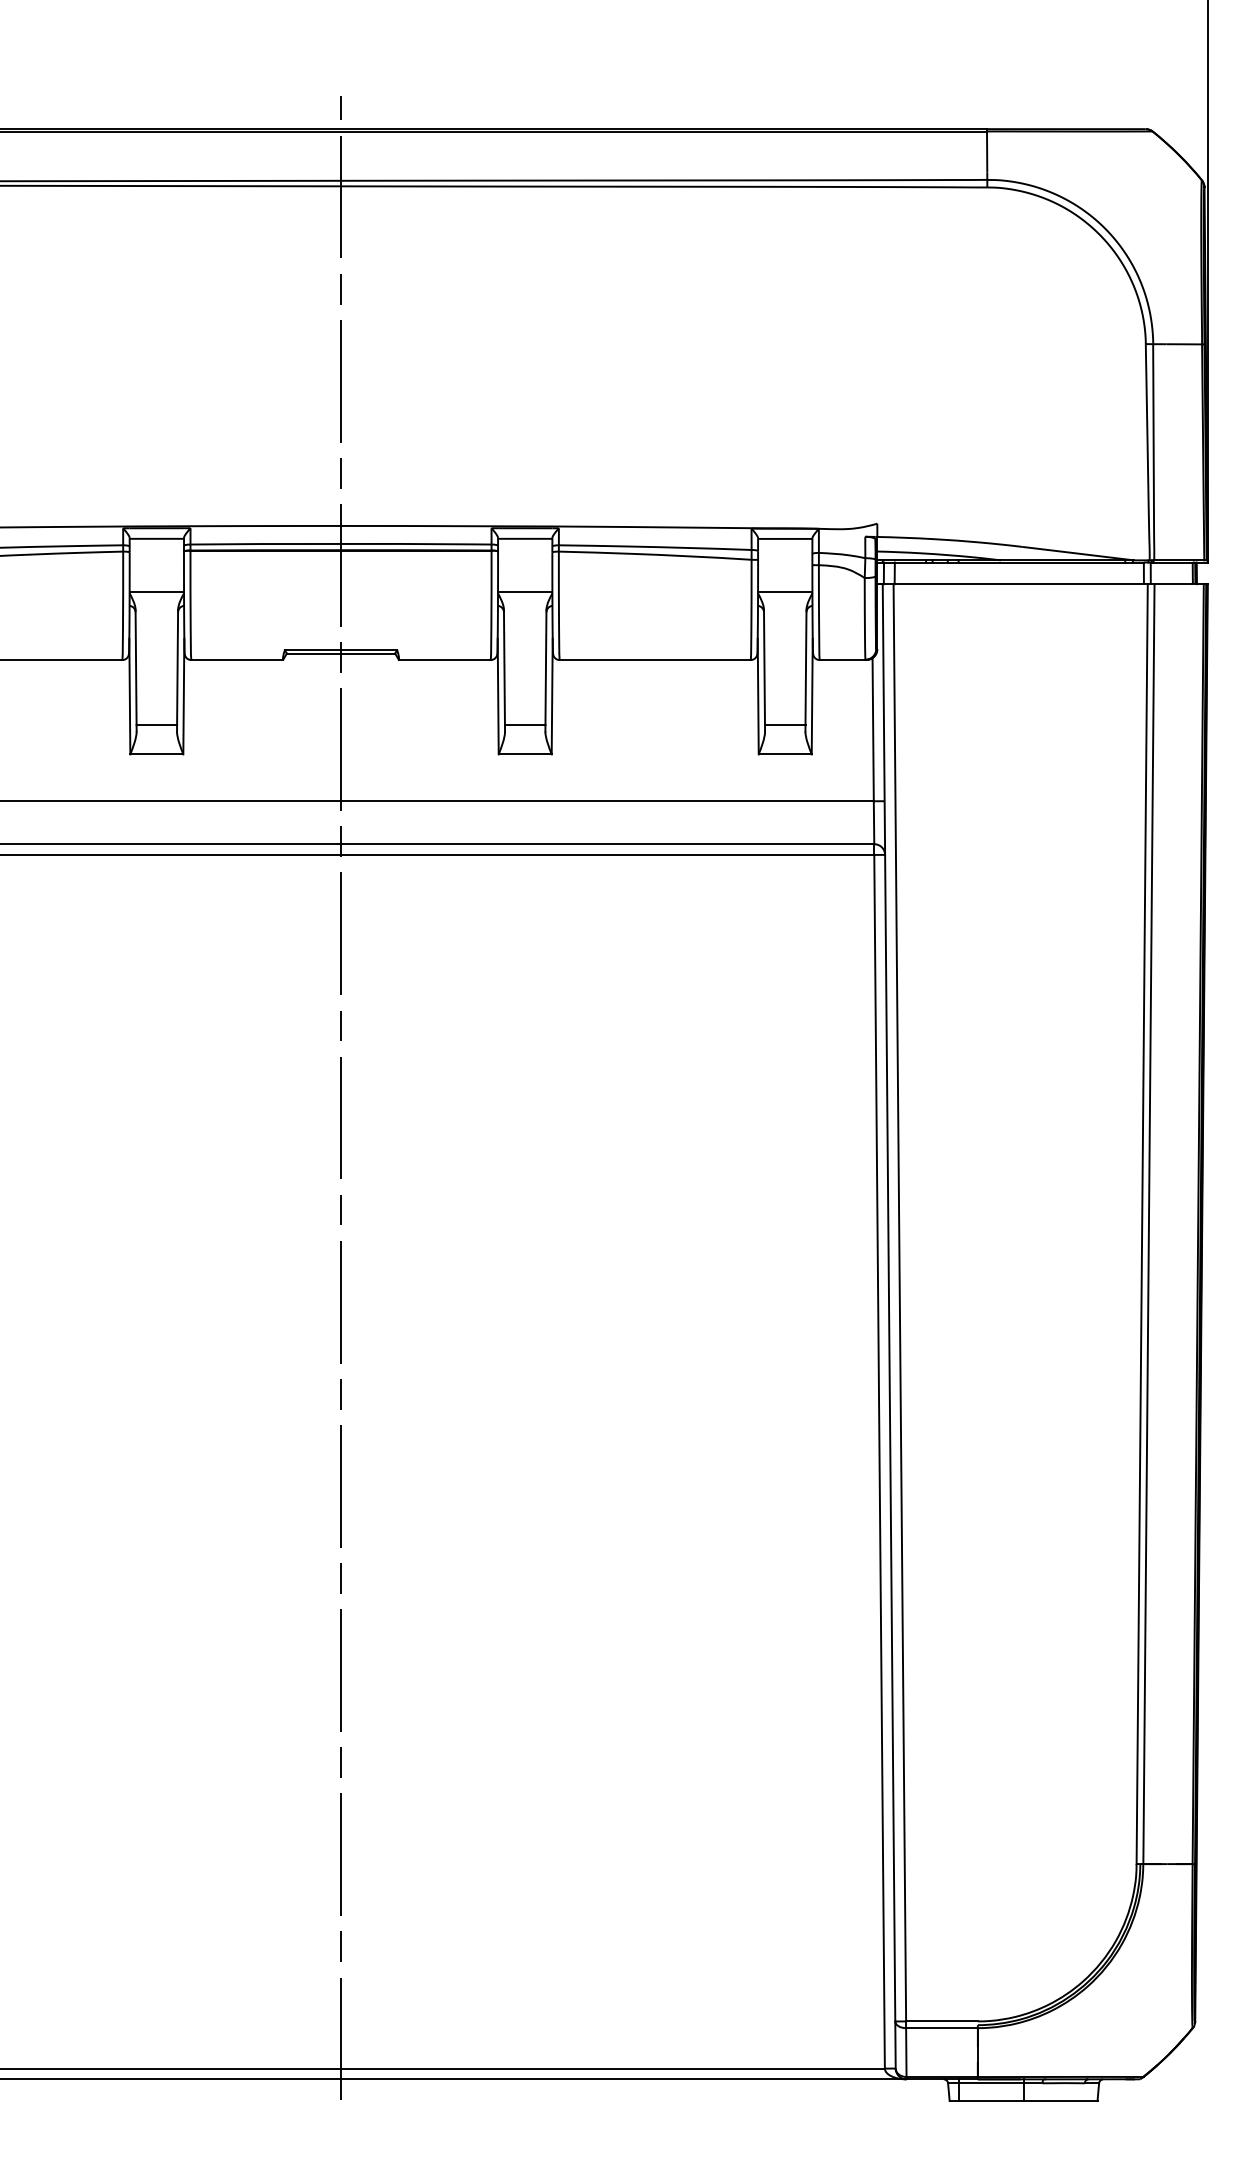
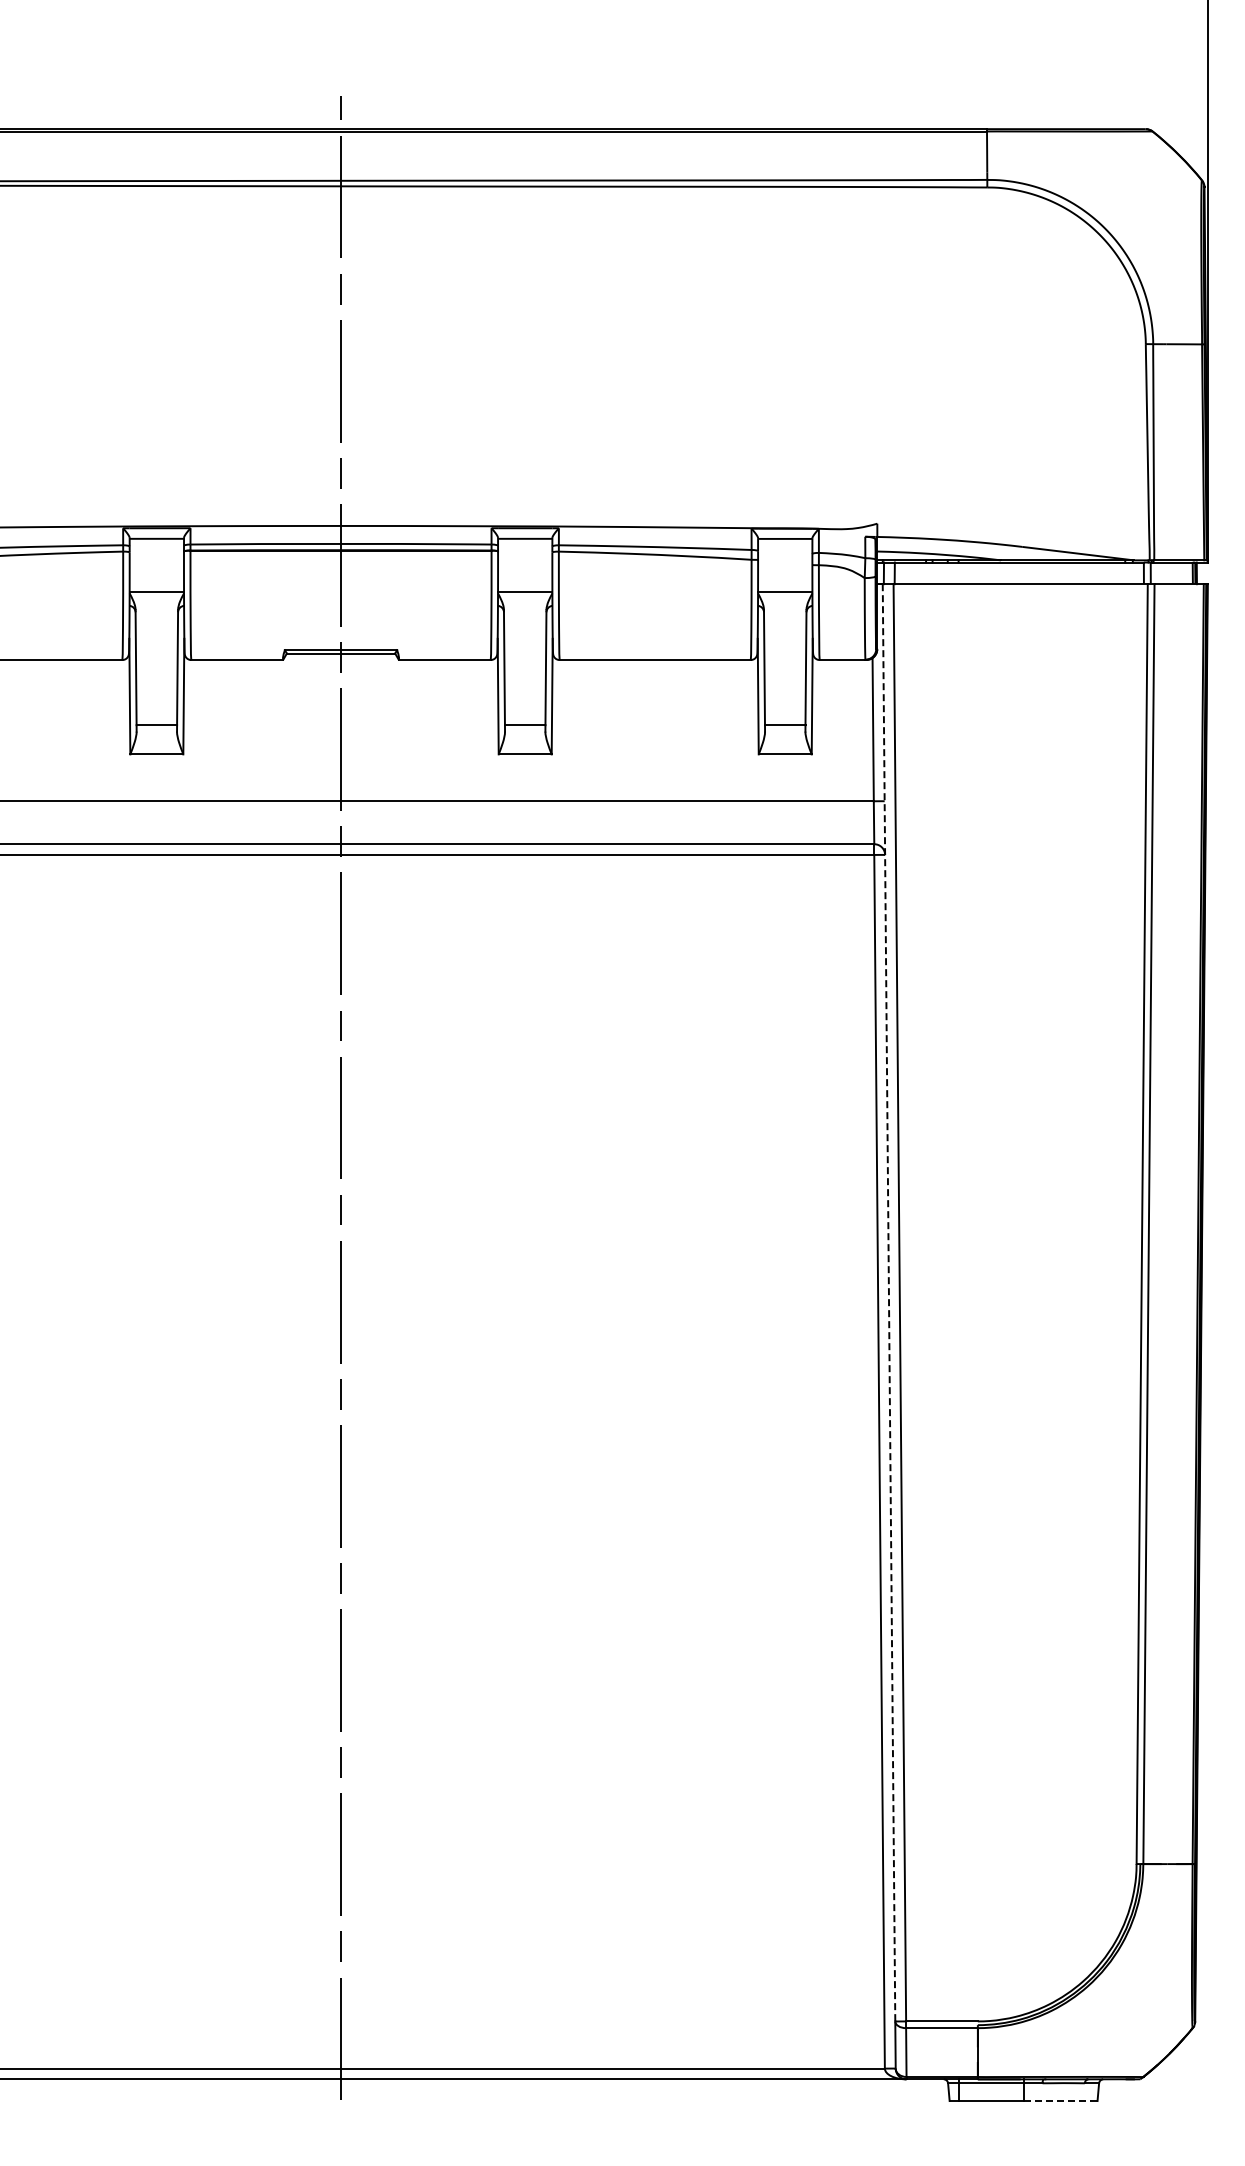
line at (889, 1302): solid -> dashed
line at (1060, 2101): solid -> dashed
